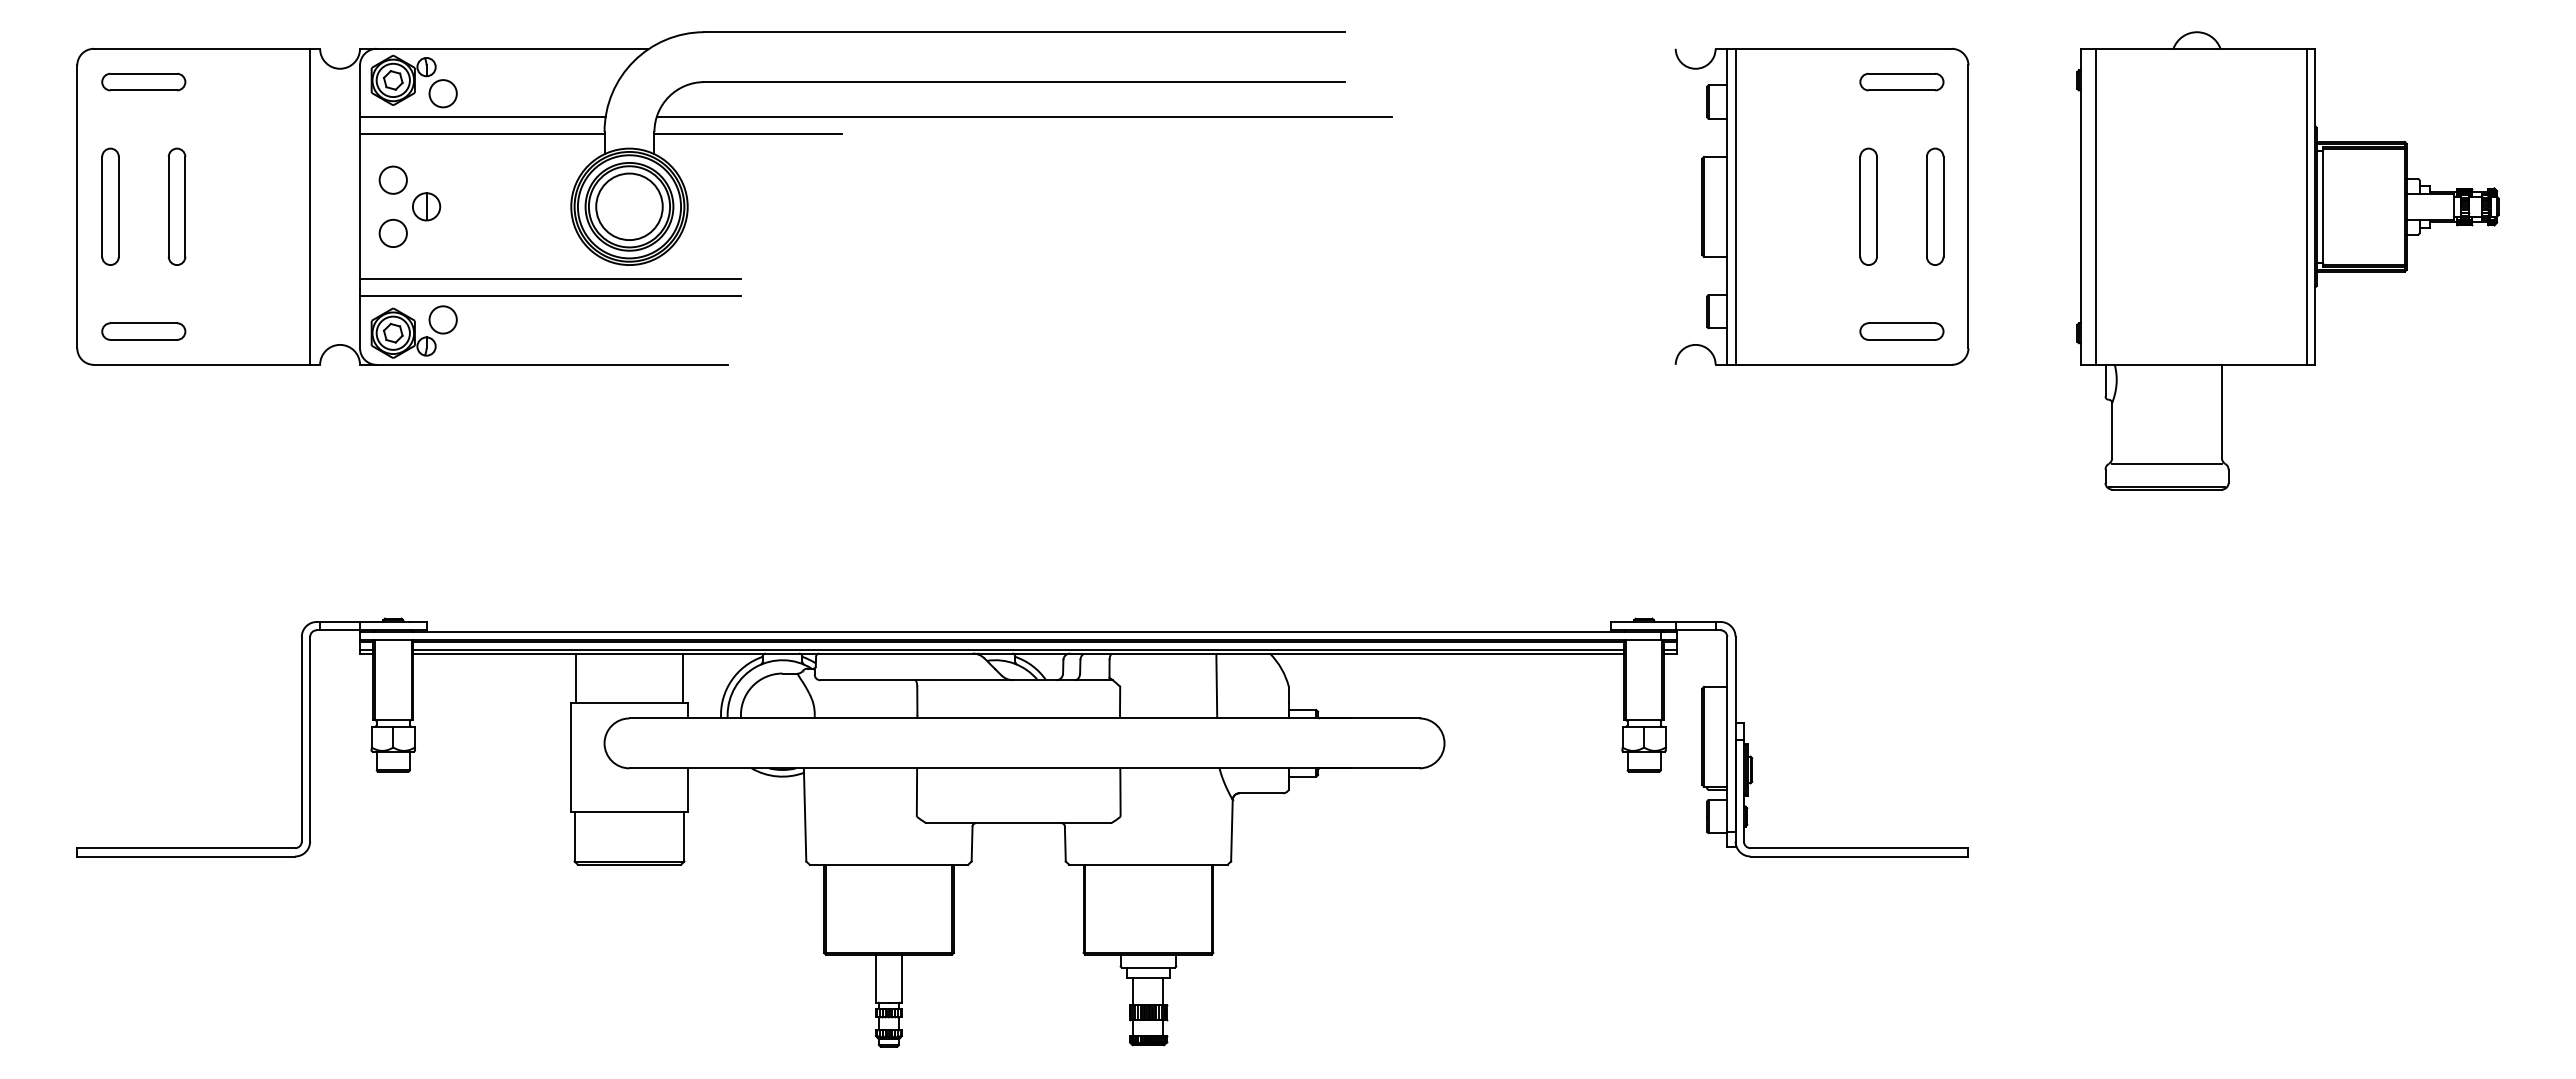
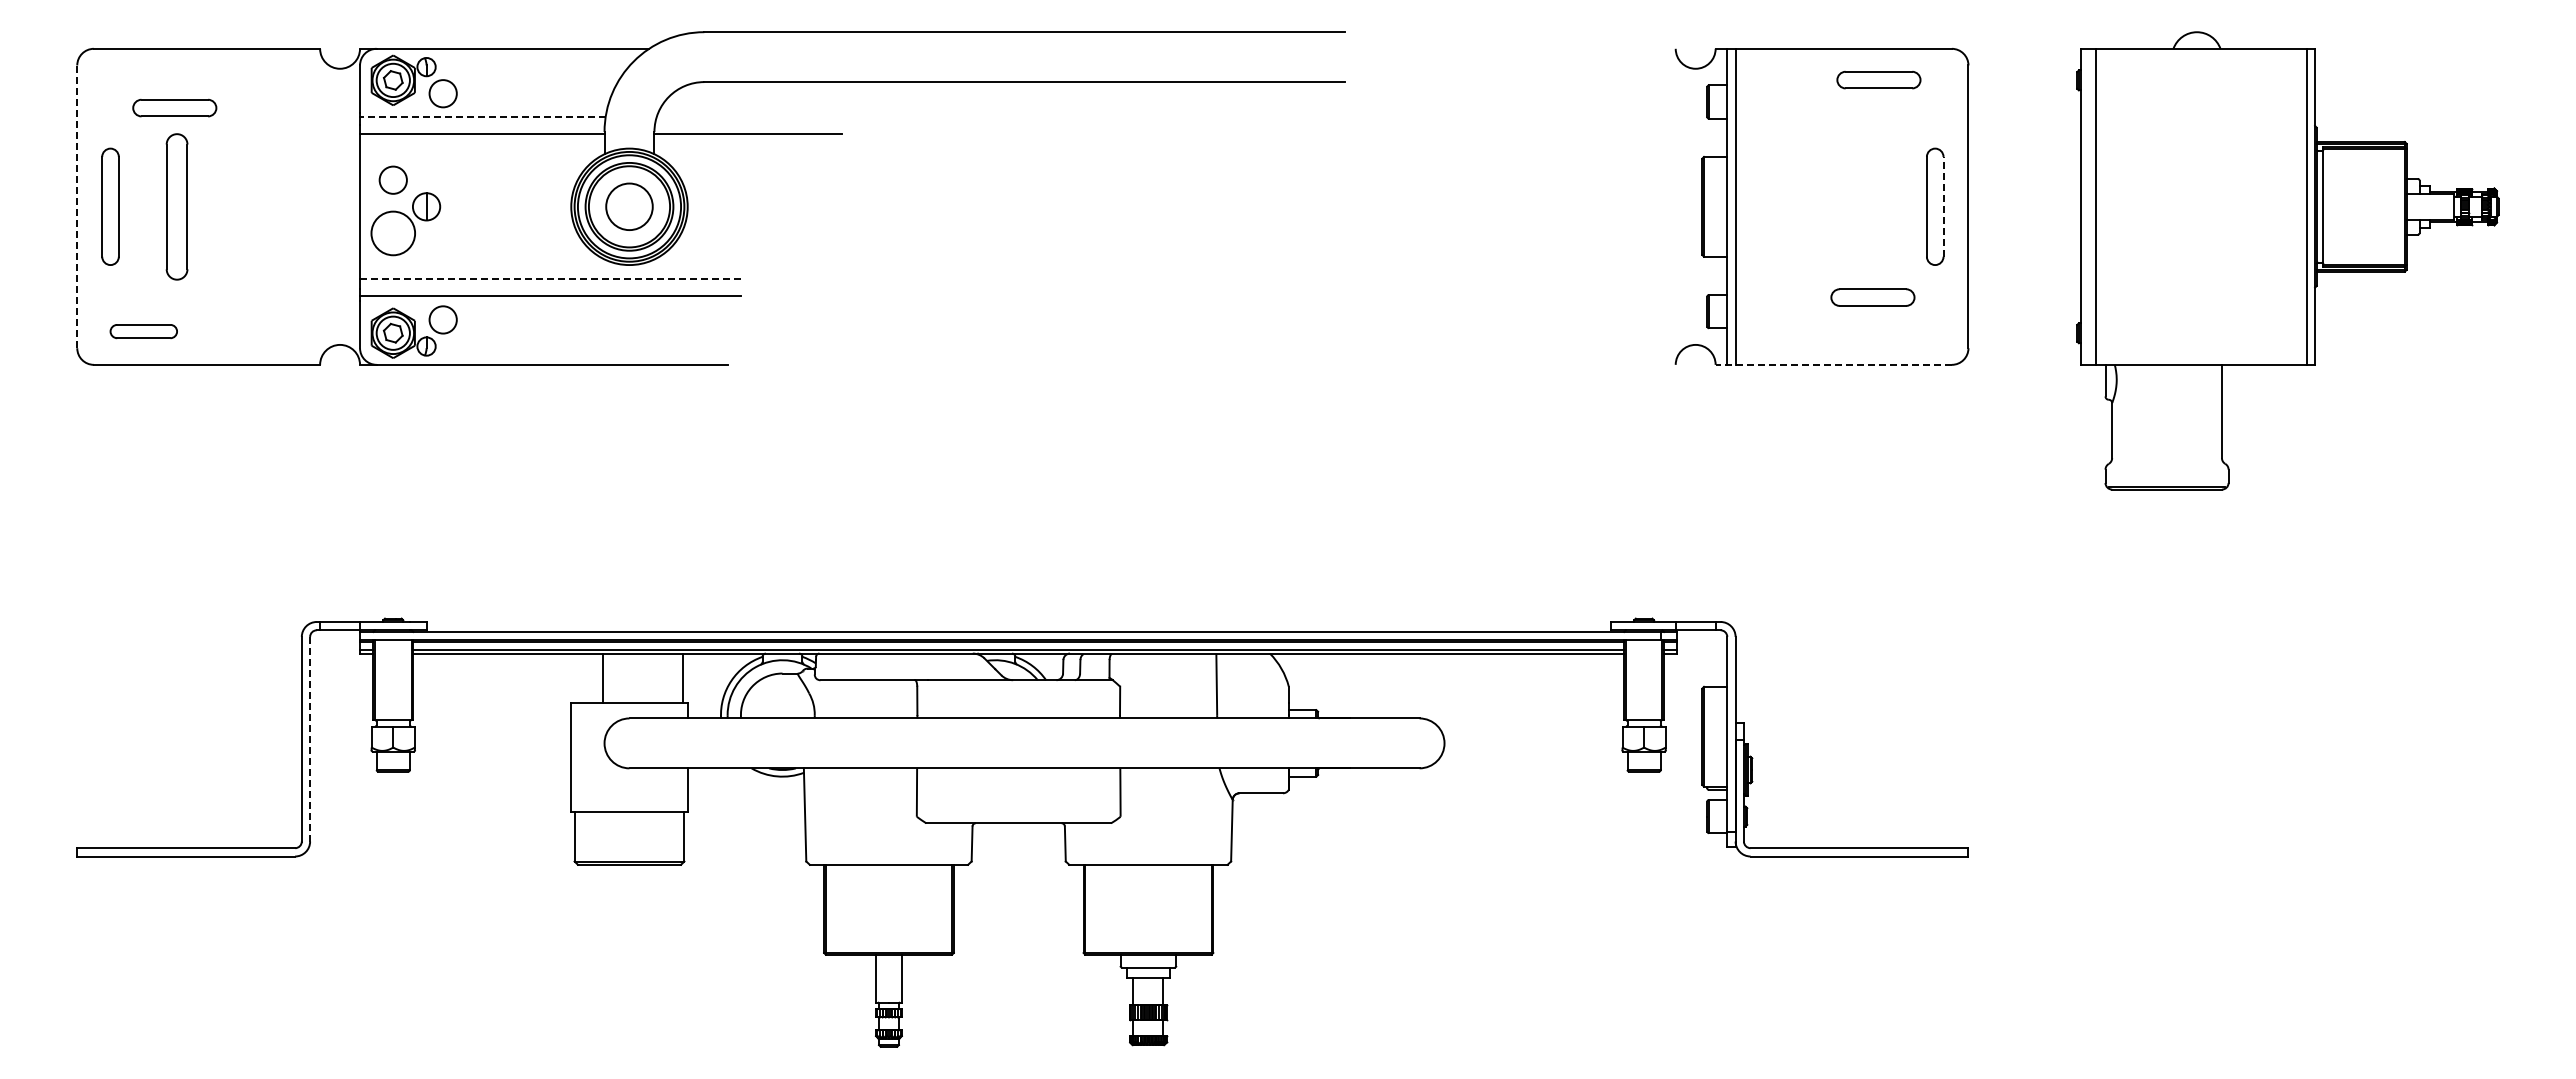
part at (143, 81) position: (143, 81) -> (174, 107)
part at (1901, 82) position: (1901, 82) -> (1878, 80)
line at (482, 117): solid -> dashed
line at (1024, 117): present -> none
line at (77, 206): solid -> dashed
part at (176, 206) size: 20x119 px -> 24x148 px
line at (310, 206): present -> none
circle at (629, 206) diameter: 67 px -> 47 px
part at (1868, 206): present -> none
line at (1943, 206): solid -> dashed
circle at (392, 233) diameter: 27 px -> 44 px
line at (550, 279): solid -> dashed
part at (143, 331) size: 86x19 px -> 69x16 px
part at (1901, 331) position: (1901, 331) -> (1872, 297)
line at (1833, 364): solid -> dashed
line at (2166, 463): present -> none
line at (576, 678) position: (576, 678) -> (603, 678)
line at (310, 739): solid -> dashed
